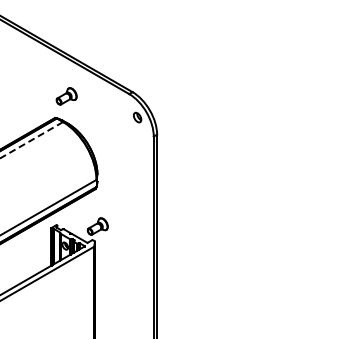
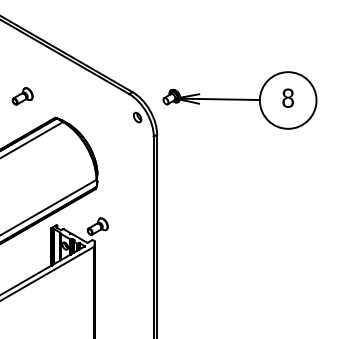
part at (66, 96) position: (66, 96) -> (22, 96)
part at (239, 100): none -> present
line at (31, 140): dashed -> solid
